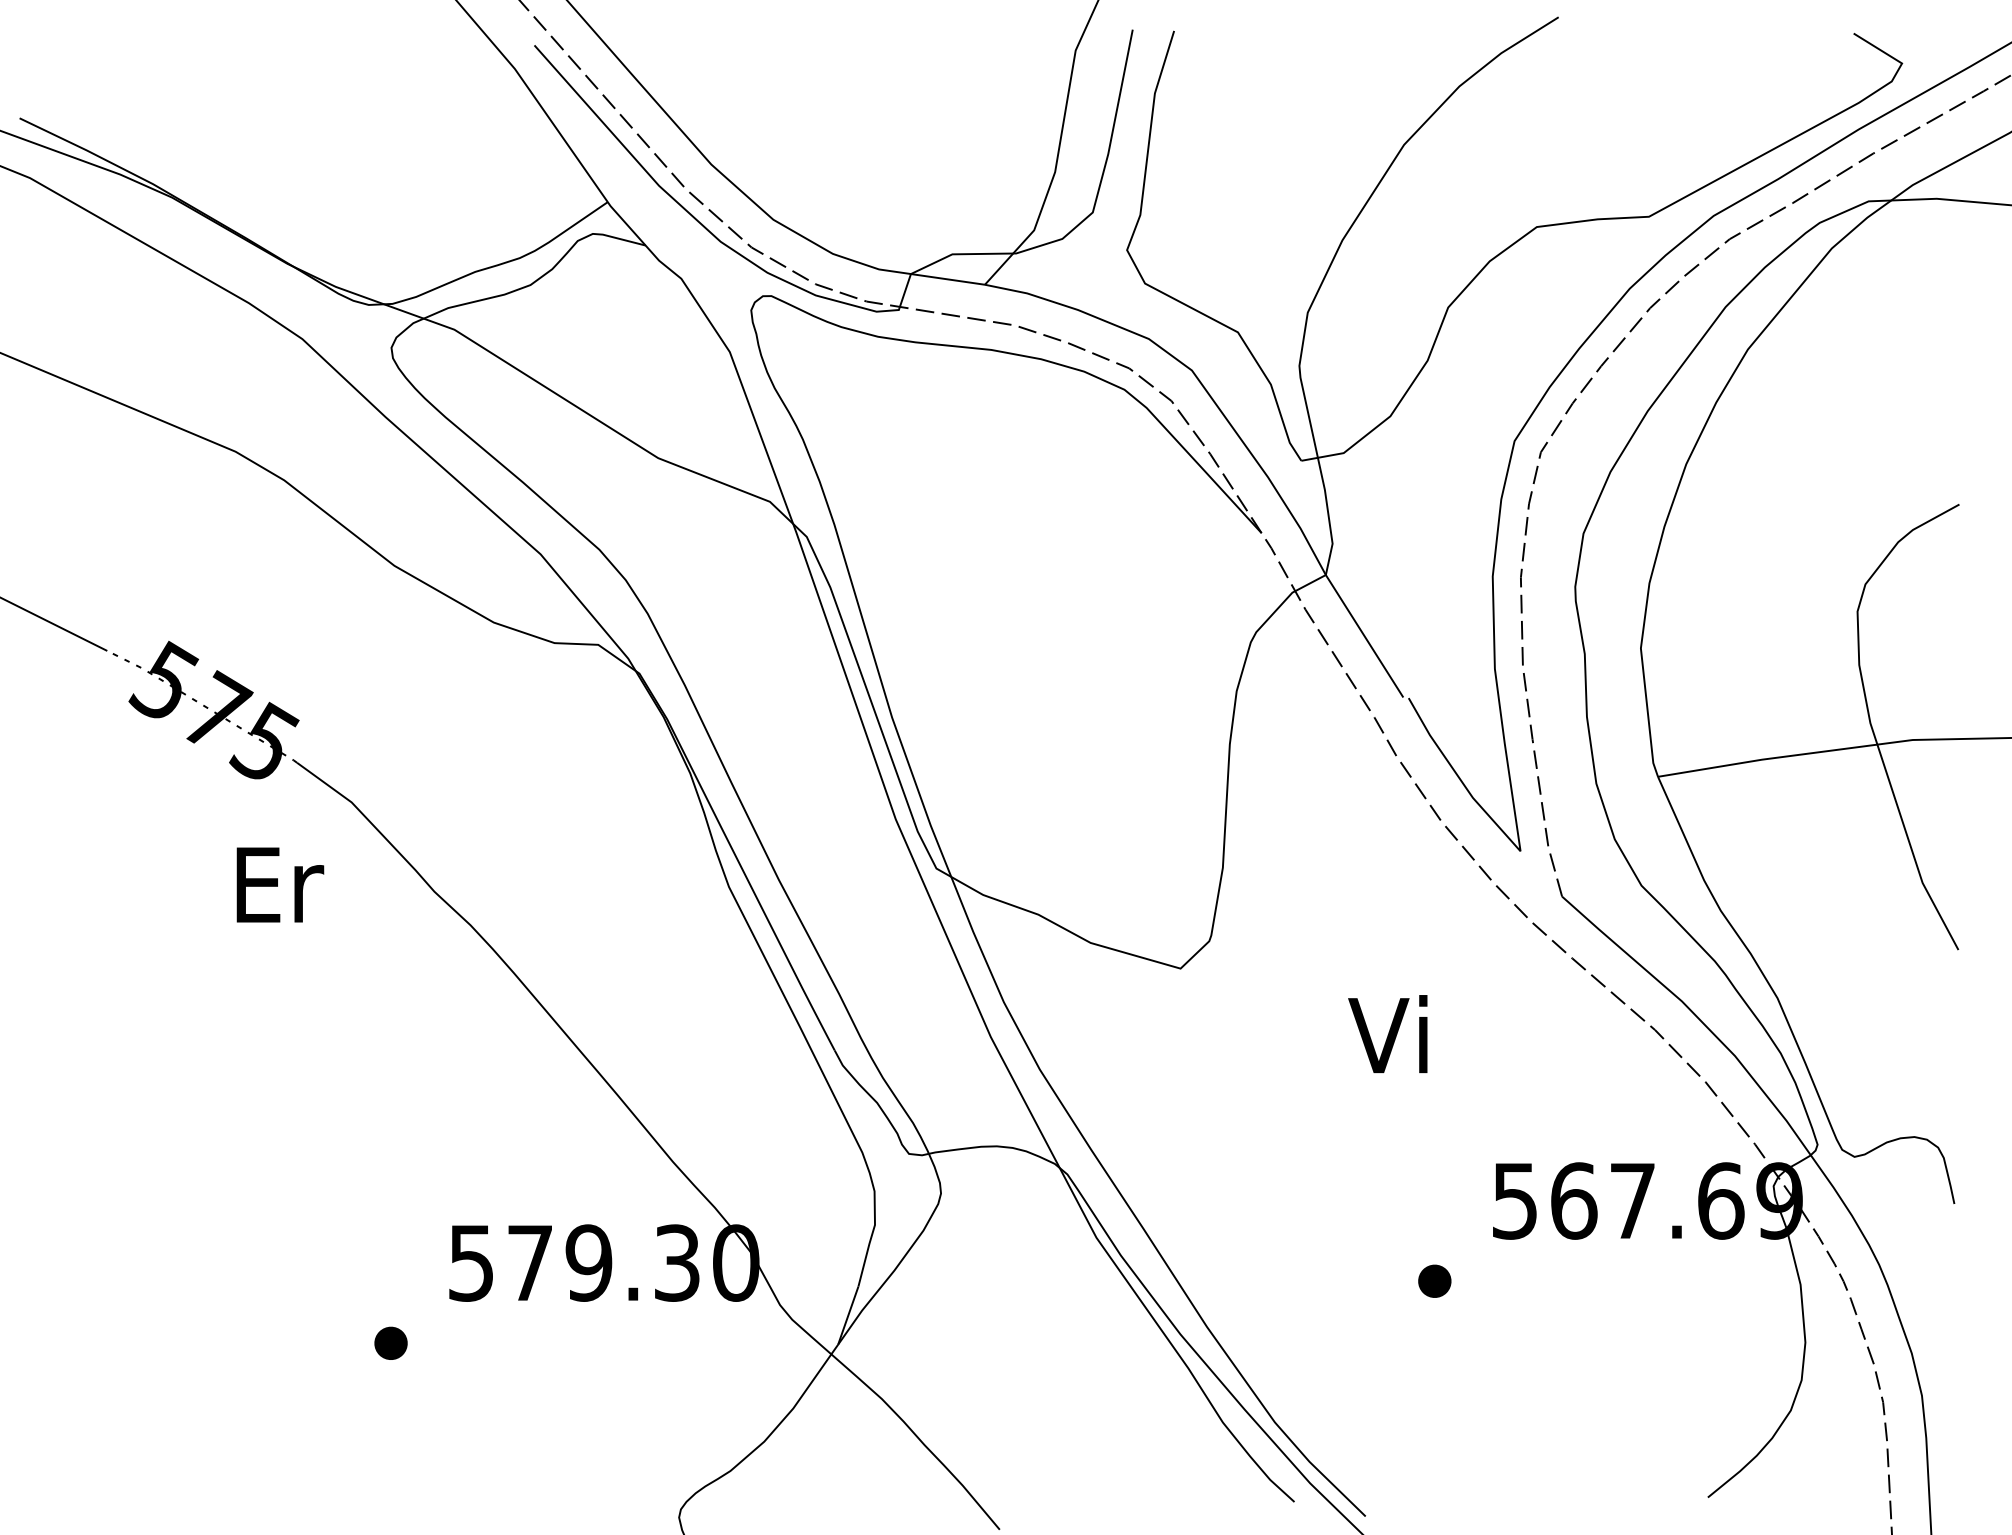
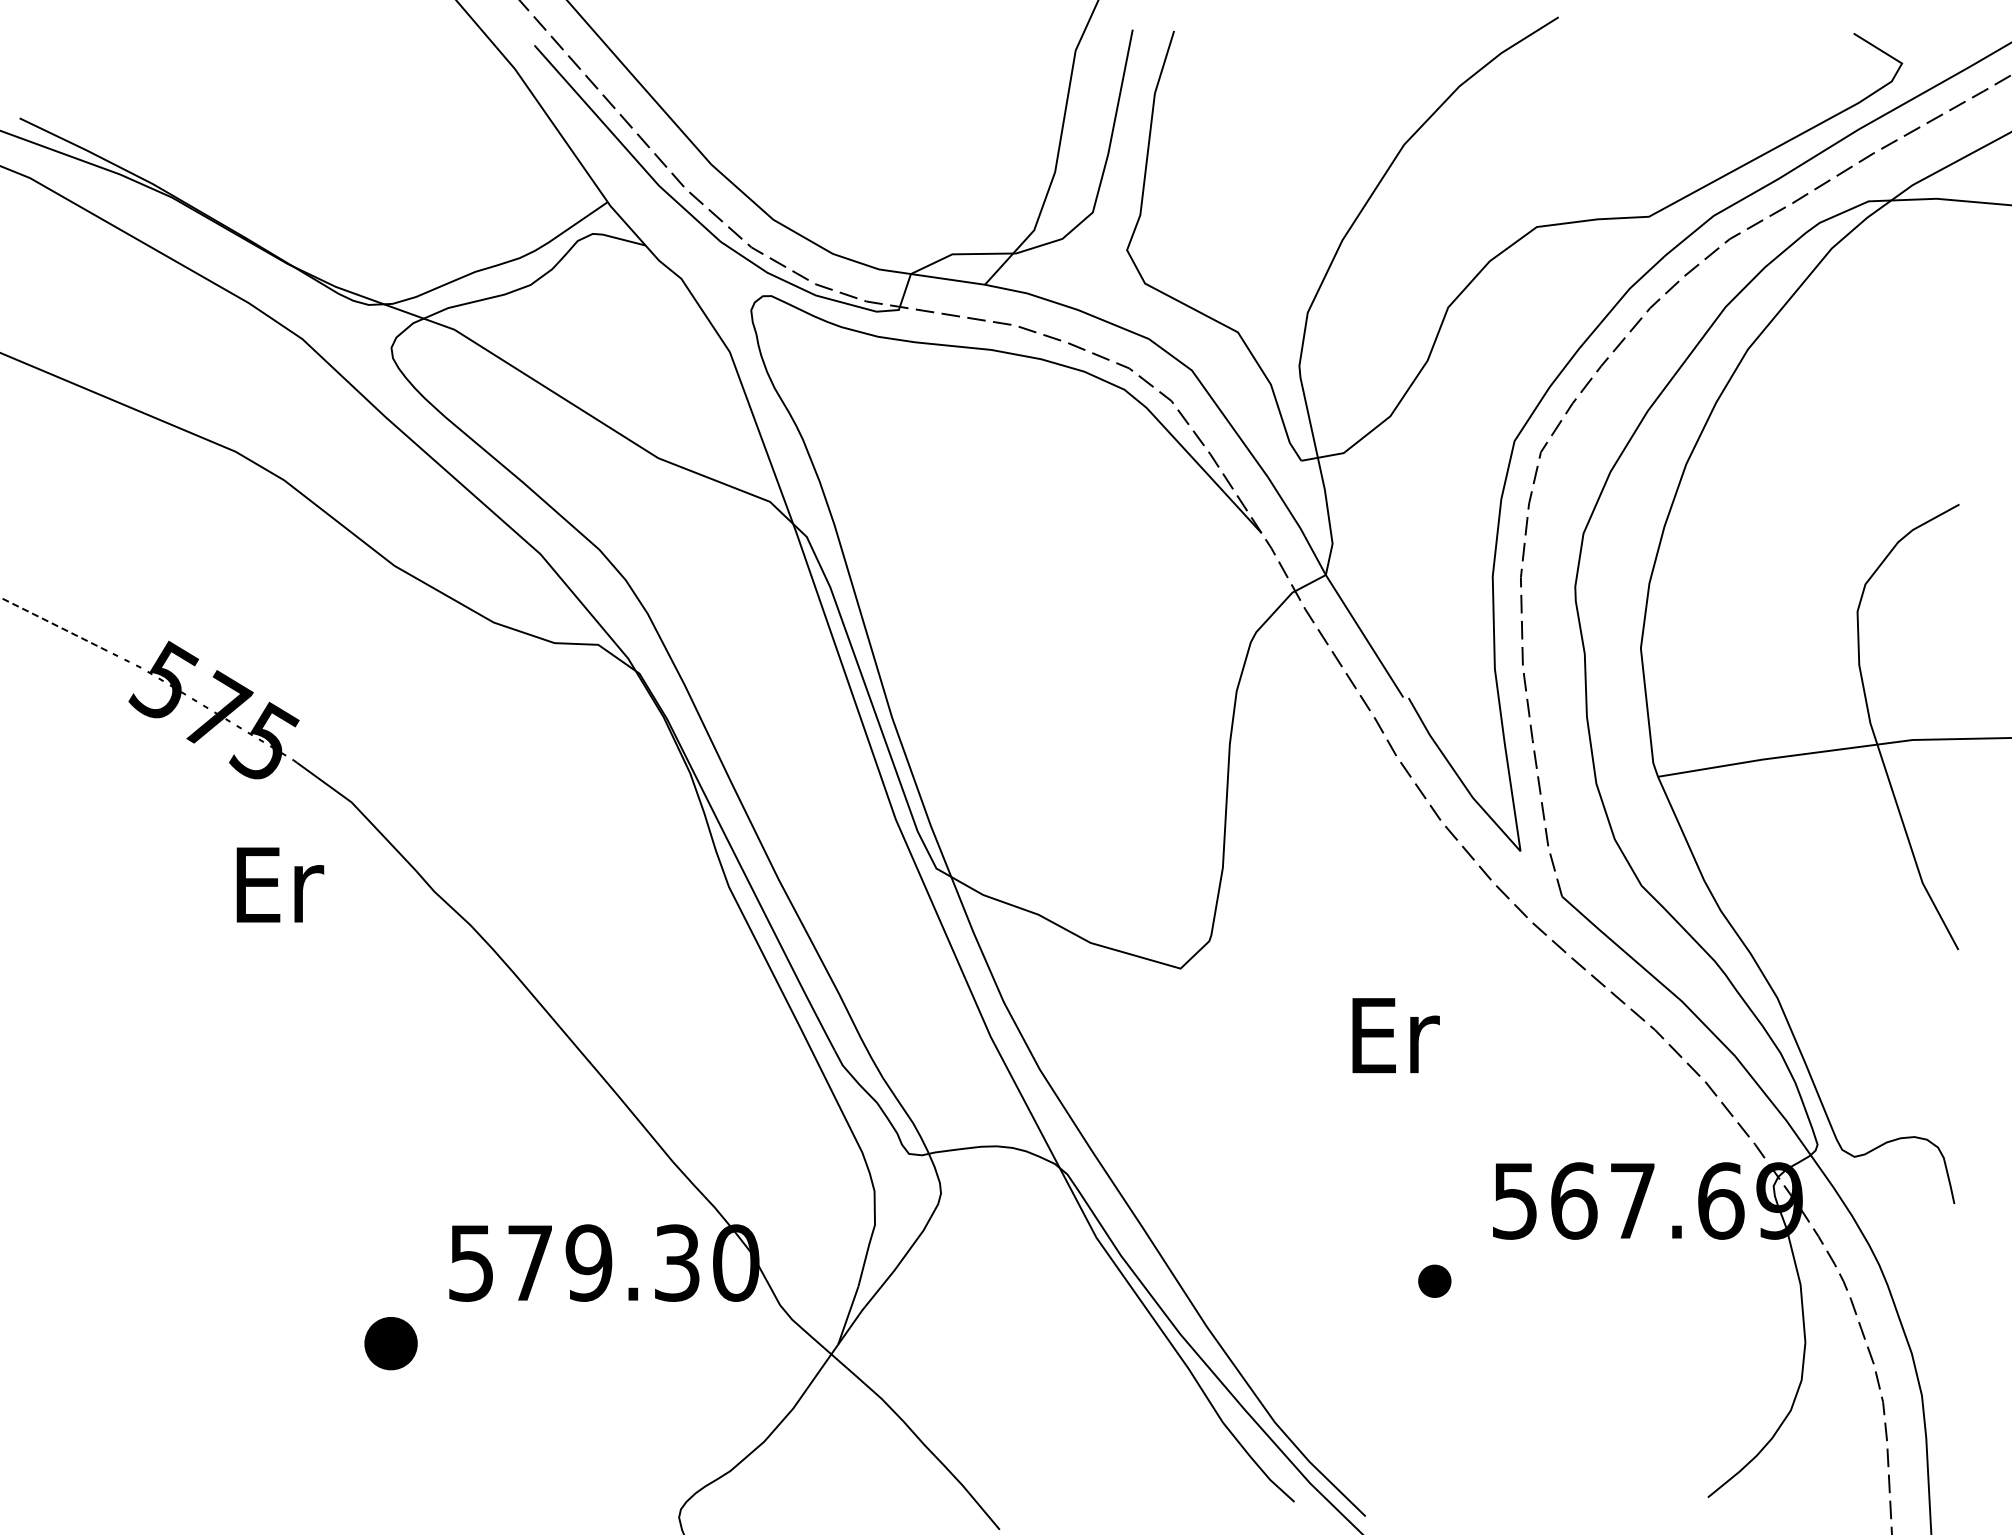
line at (53, 624): solid -> dashed
text at (1393, 1034): Vi -> Er
part at (390, 1342) size: 34x34 px -> 54x54 px
